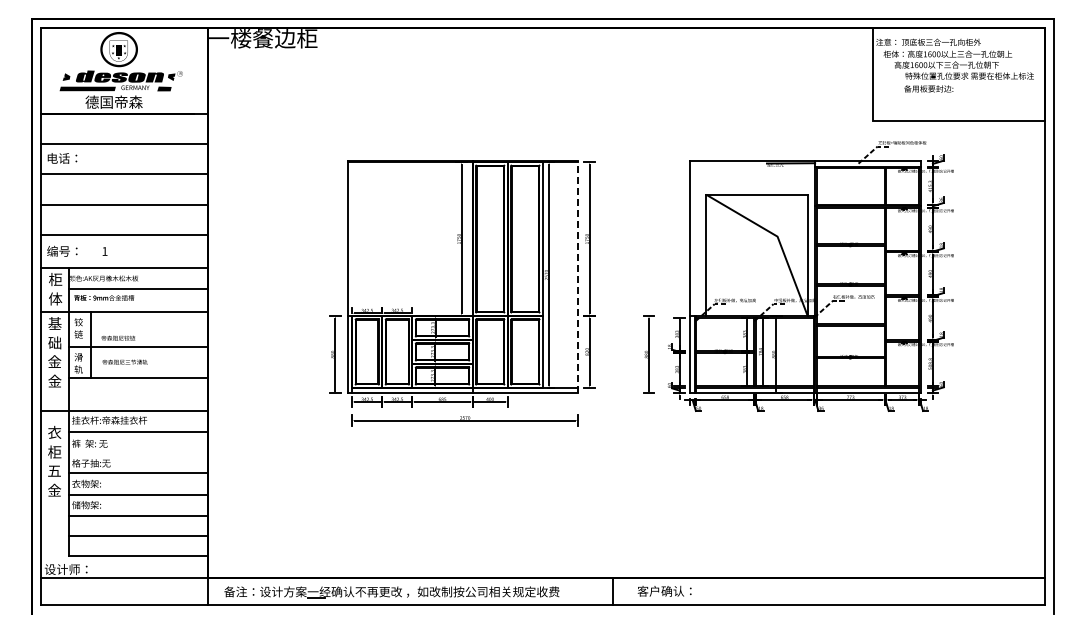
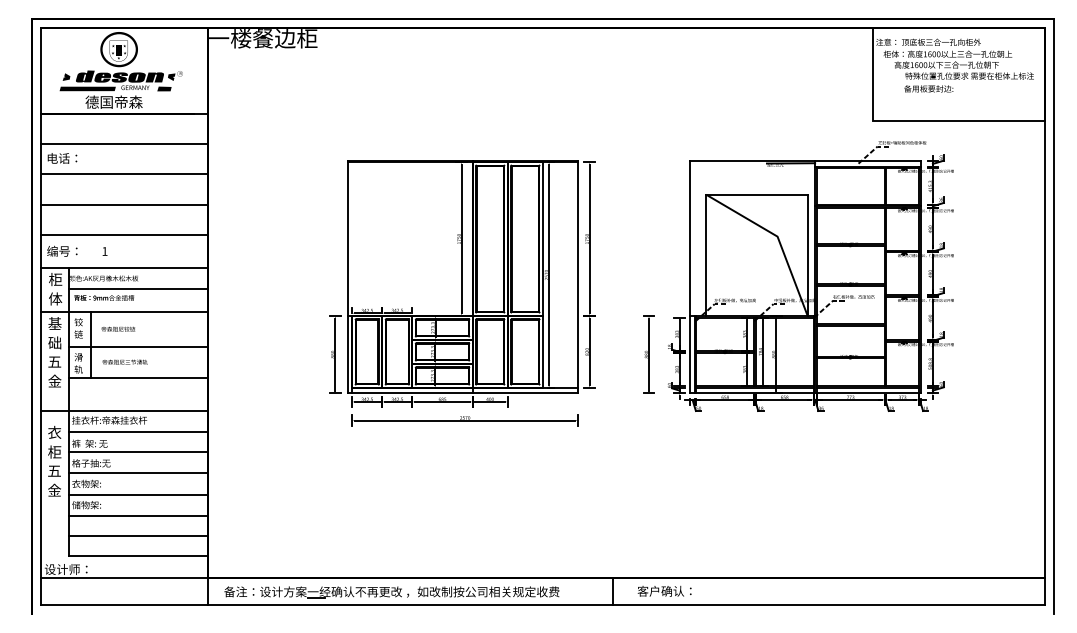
line at (578, 277): dashed -> solid
text at (118, 337) position: (118, 337) -> (118, 328)
text at (54, 361): 金 -> 五
line at (137, 451): none -> present
